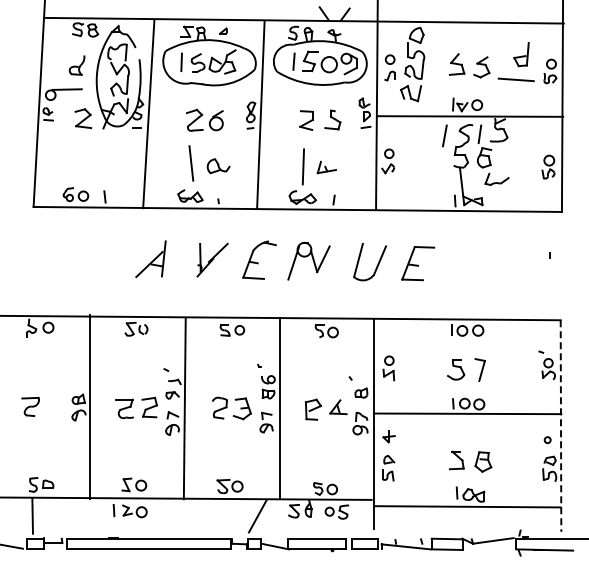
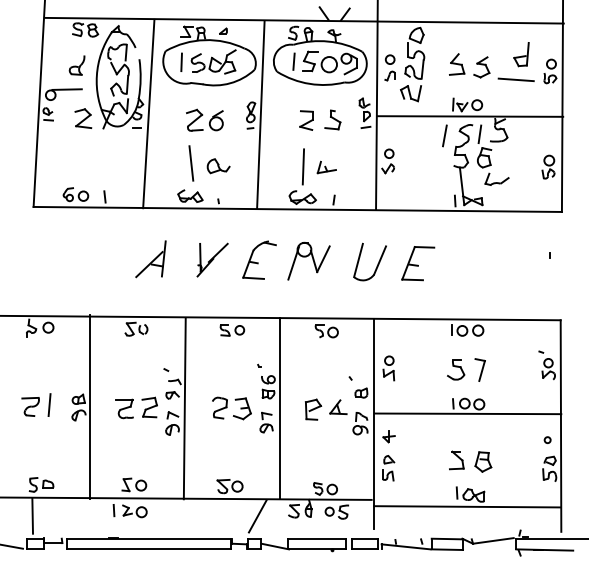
line at (49, 404): none -> present
line at (561, 426): dashed -> solid
